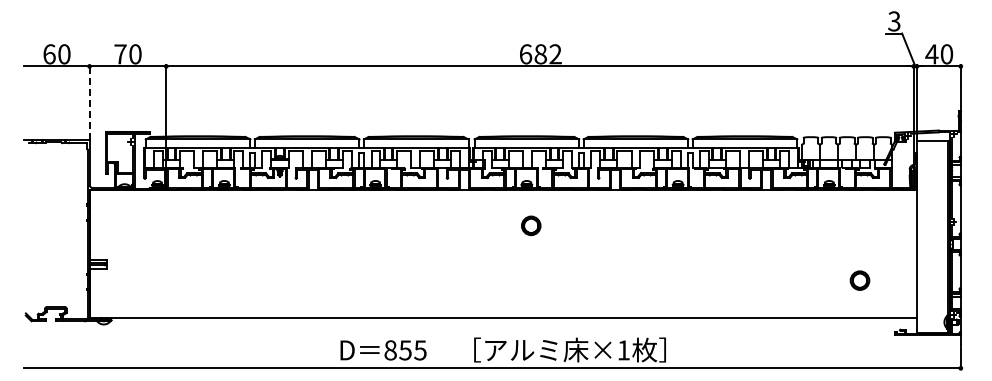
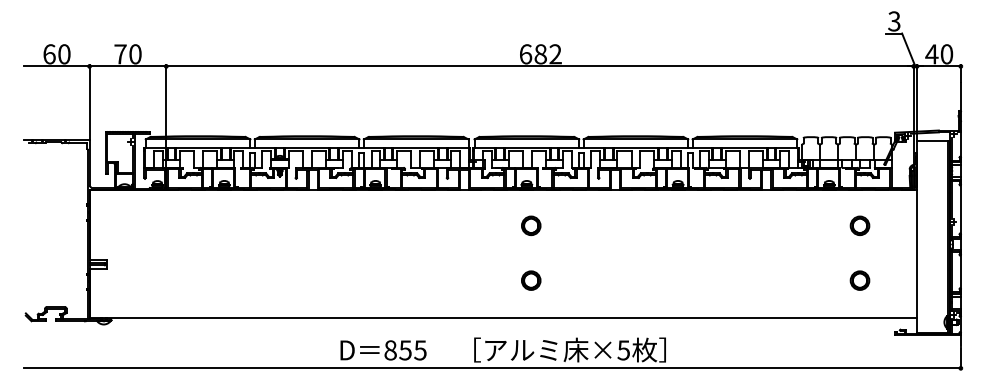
line at (89, 101): dashed -> solid
part at (859, 225): none -> present
part at (531, 280): none -> present
text at (623, 350): ×1 -> ×5
